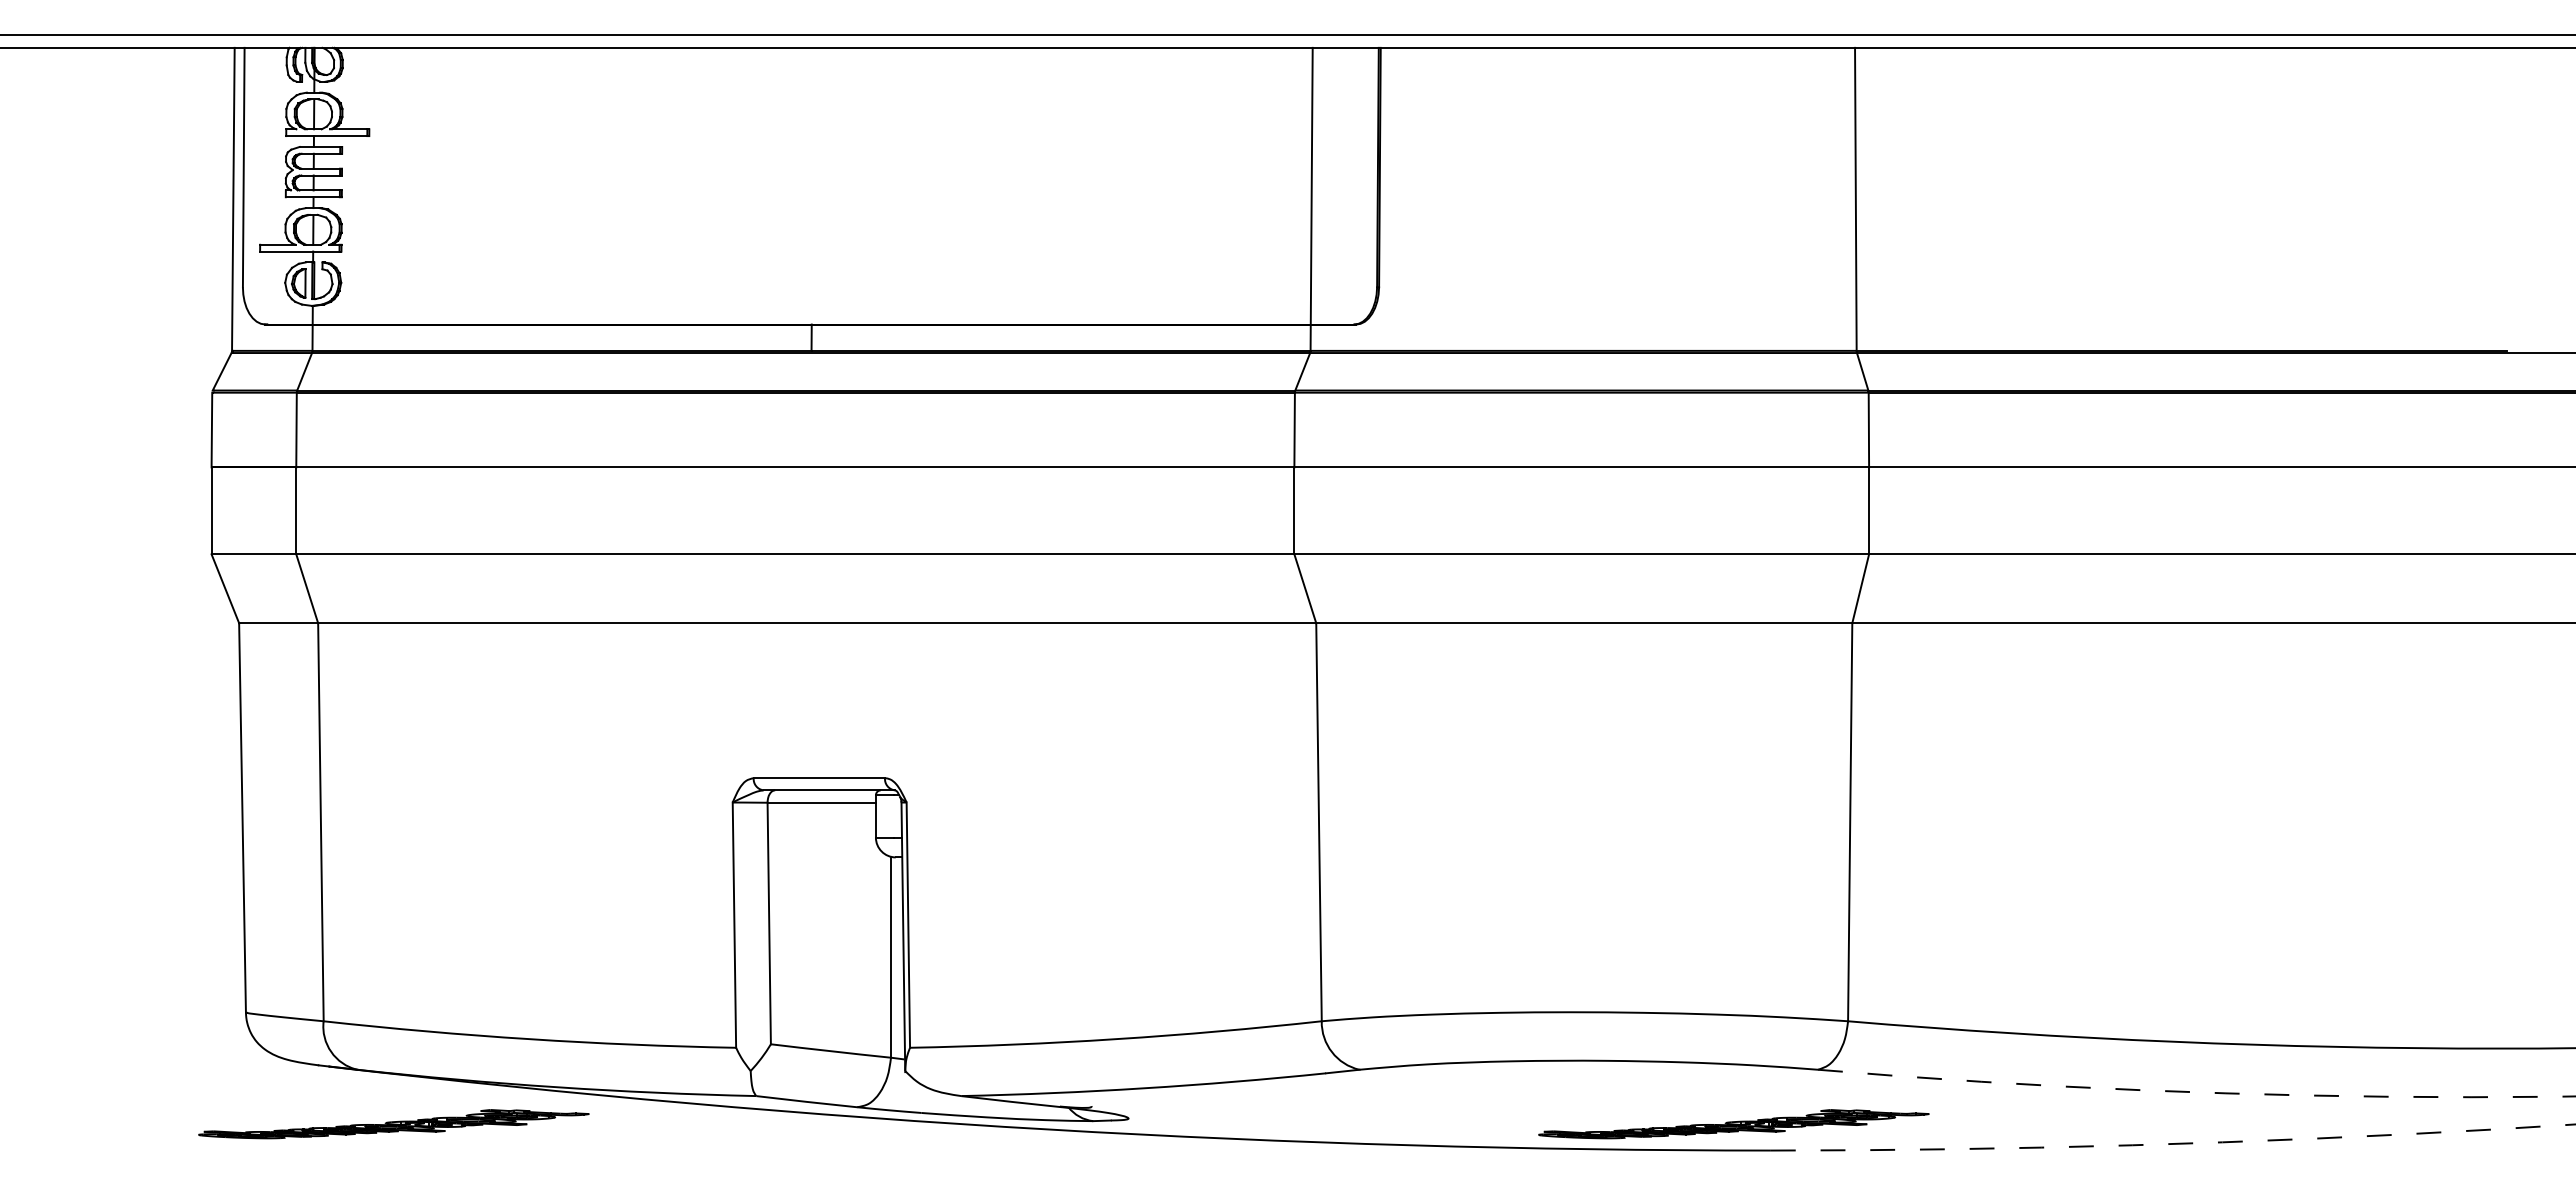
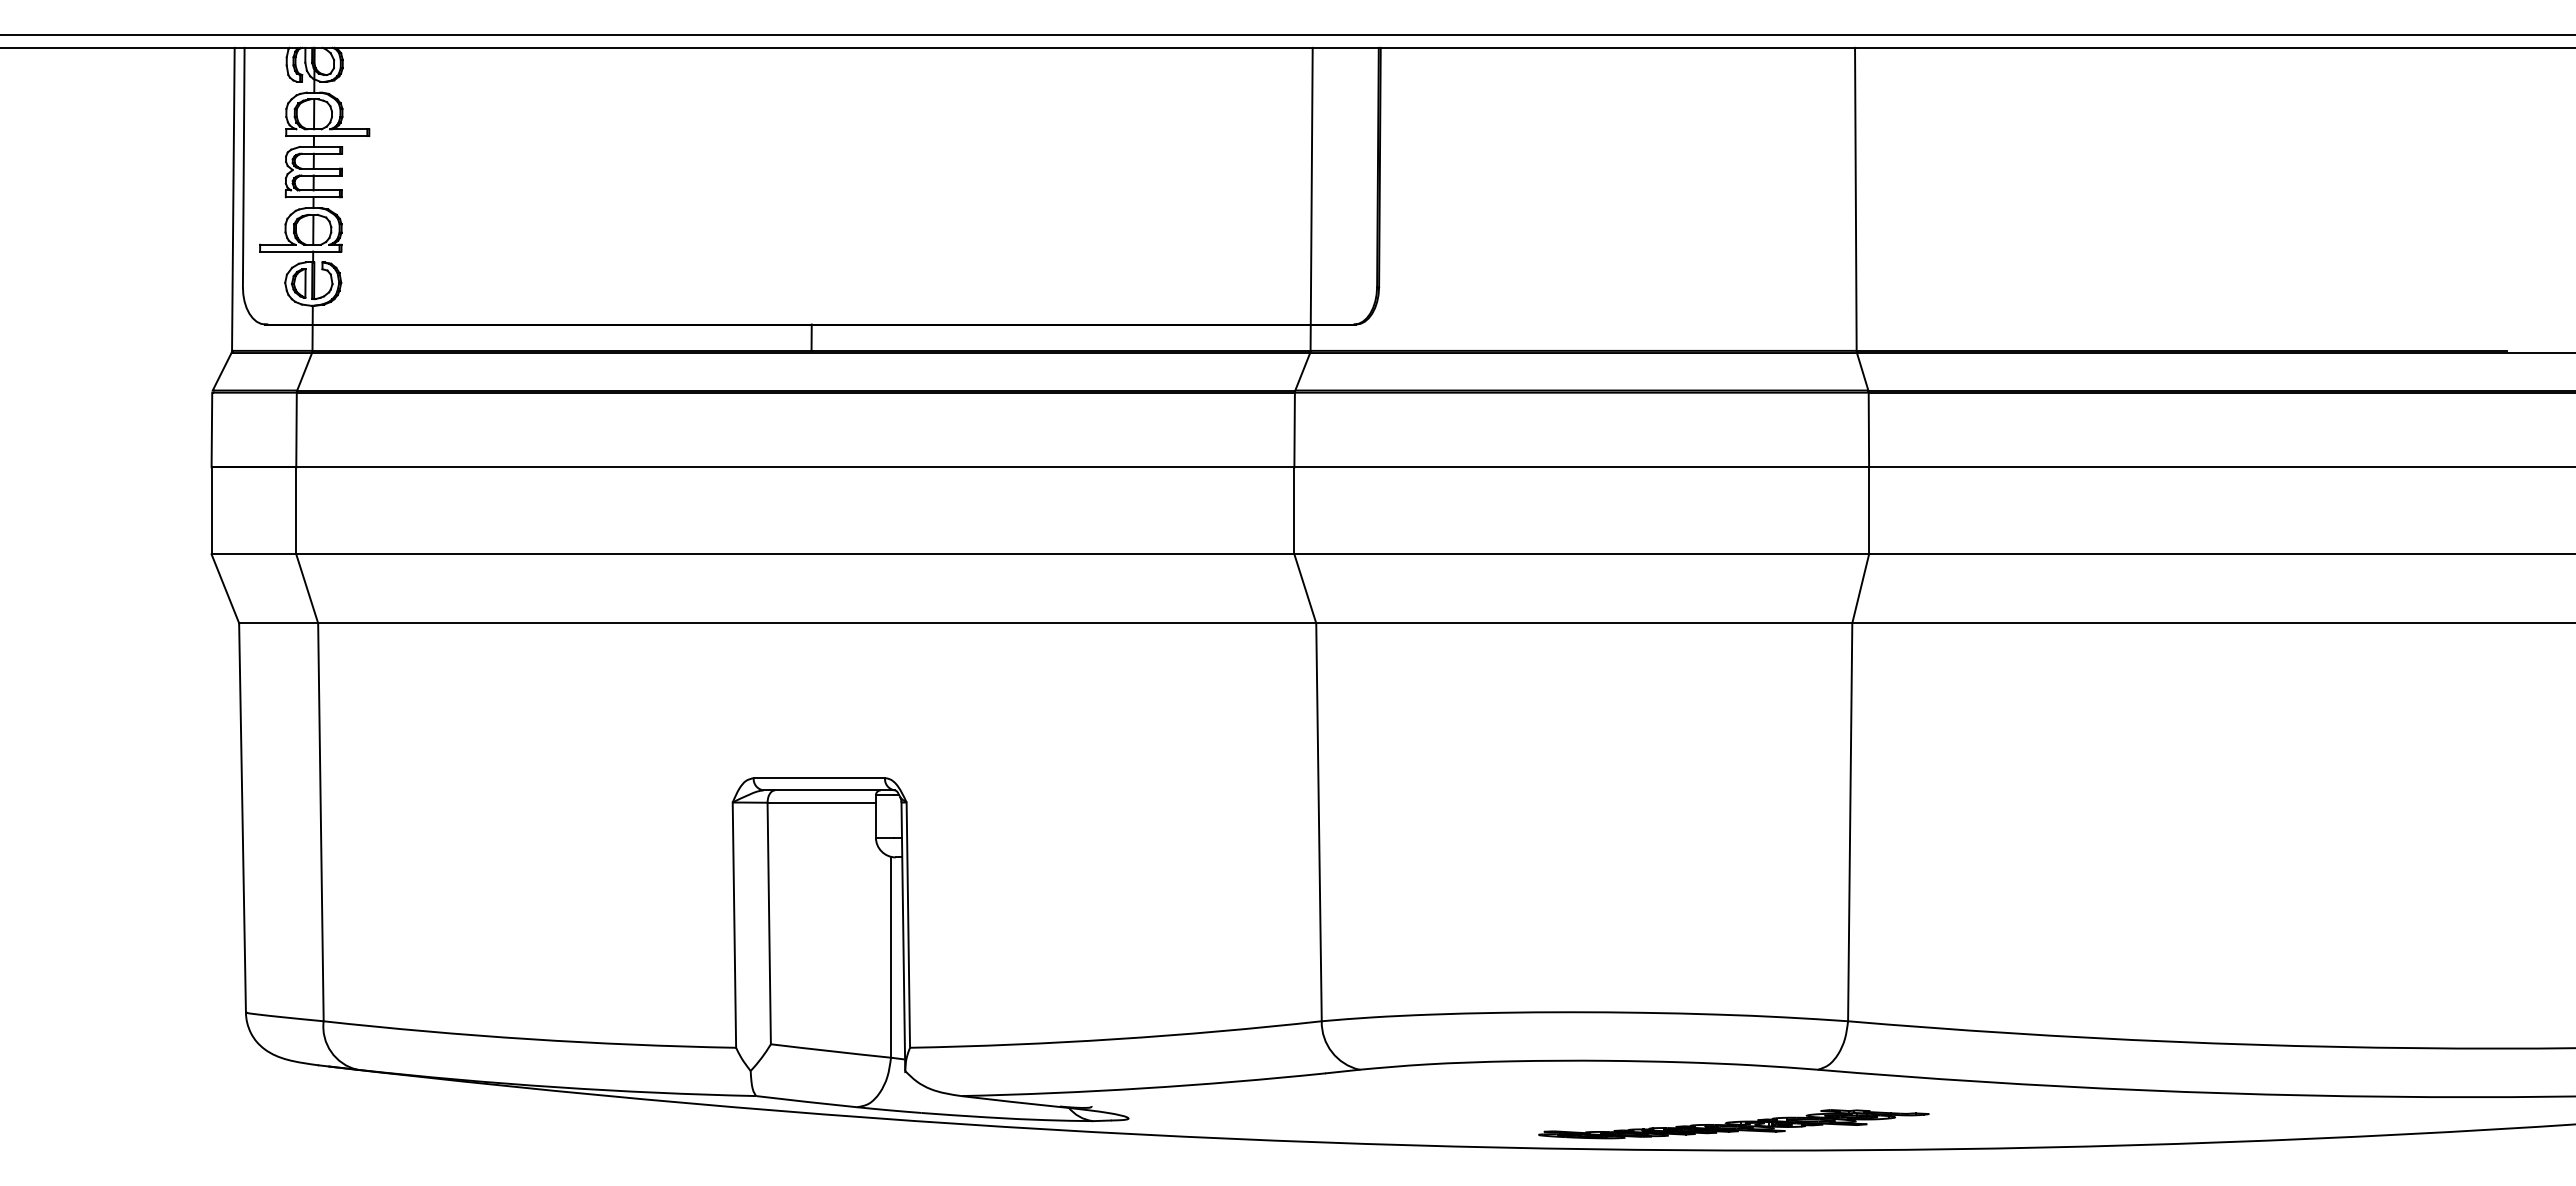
arc at (2197, 1092): dashed -> solid
part at (393, 1124): present -> none
arc at (2173, 1143): dashed -> solid
